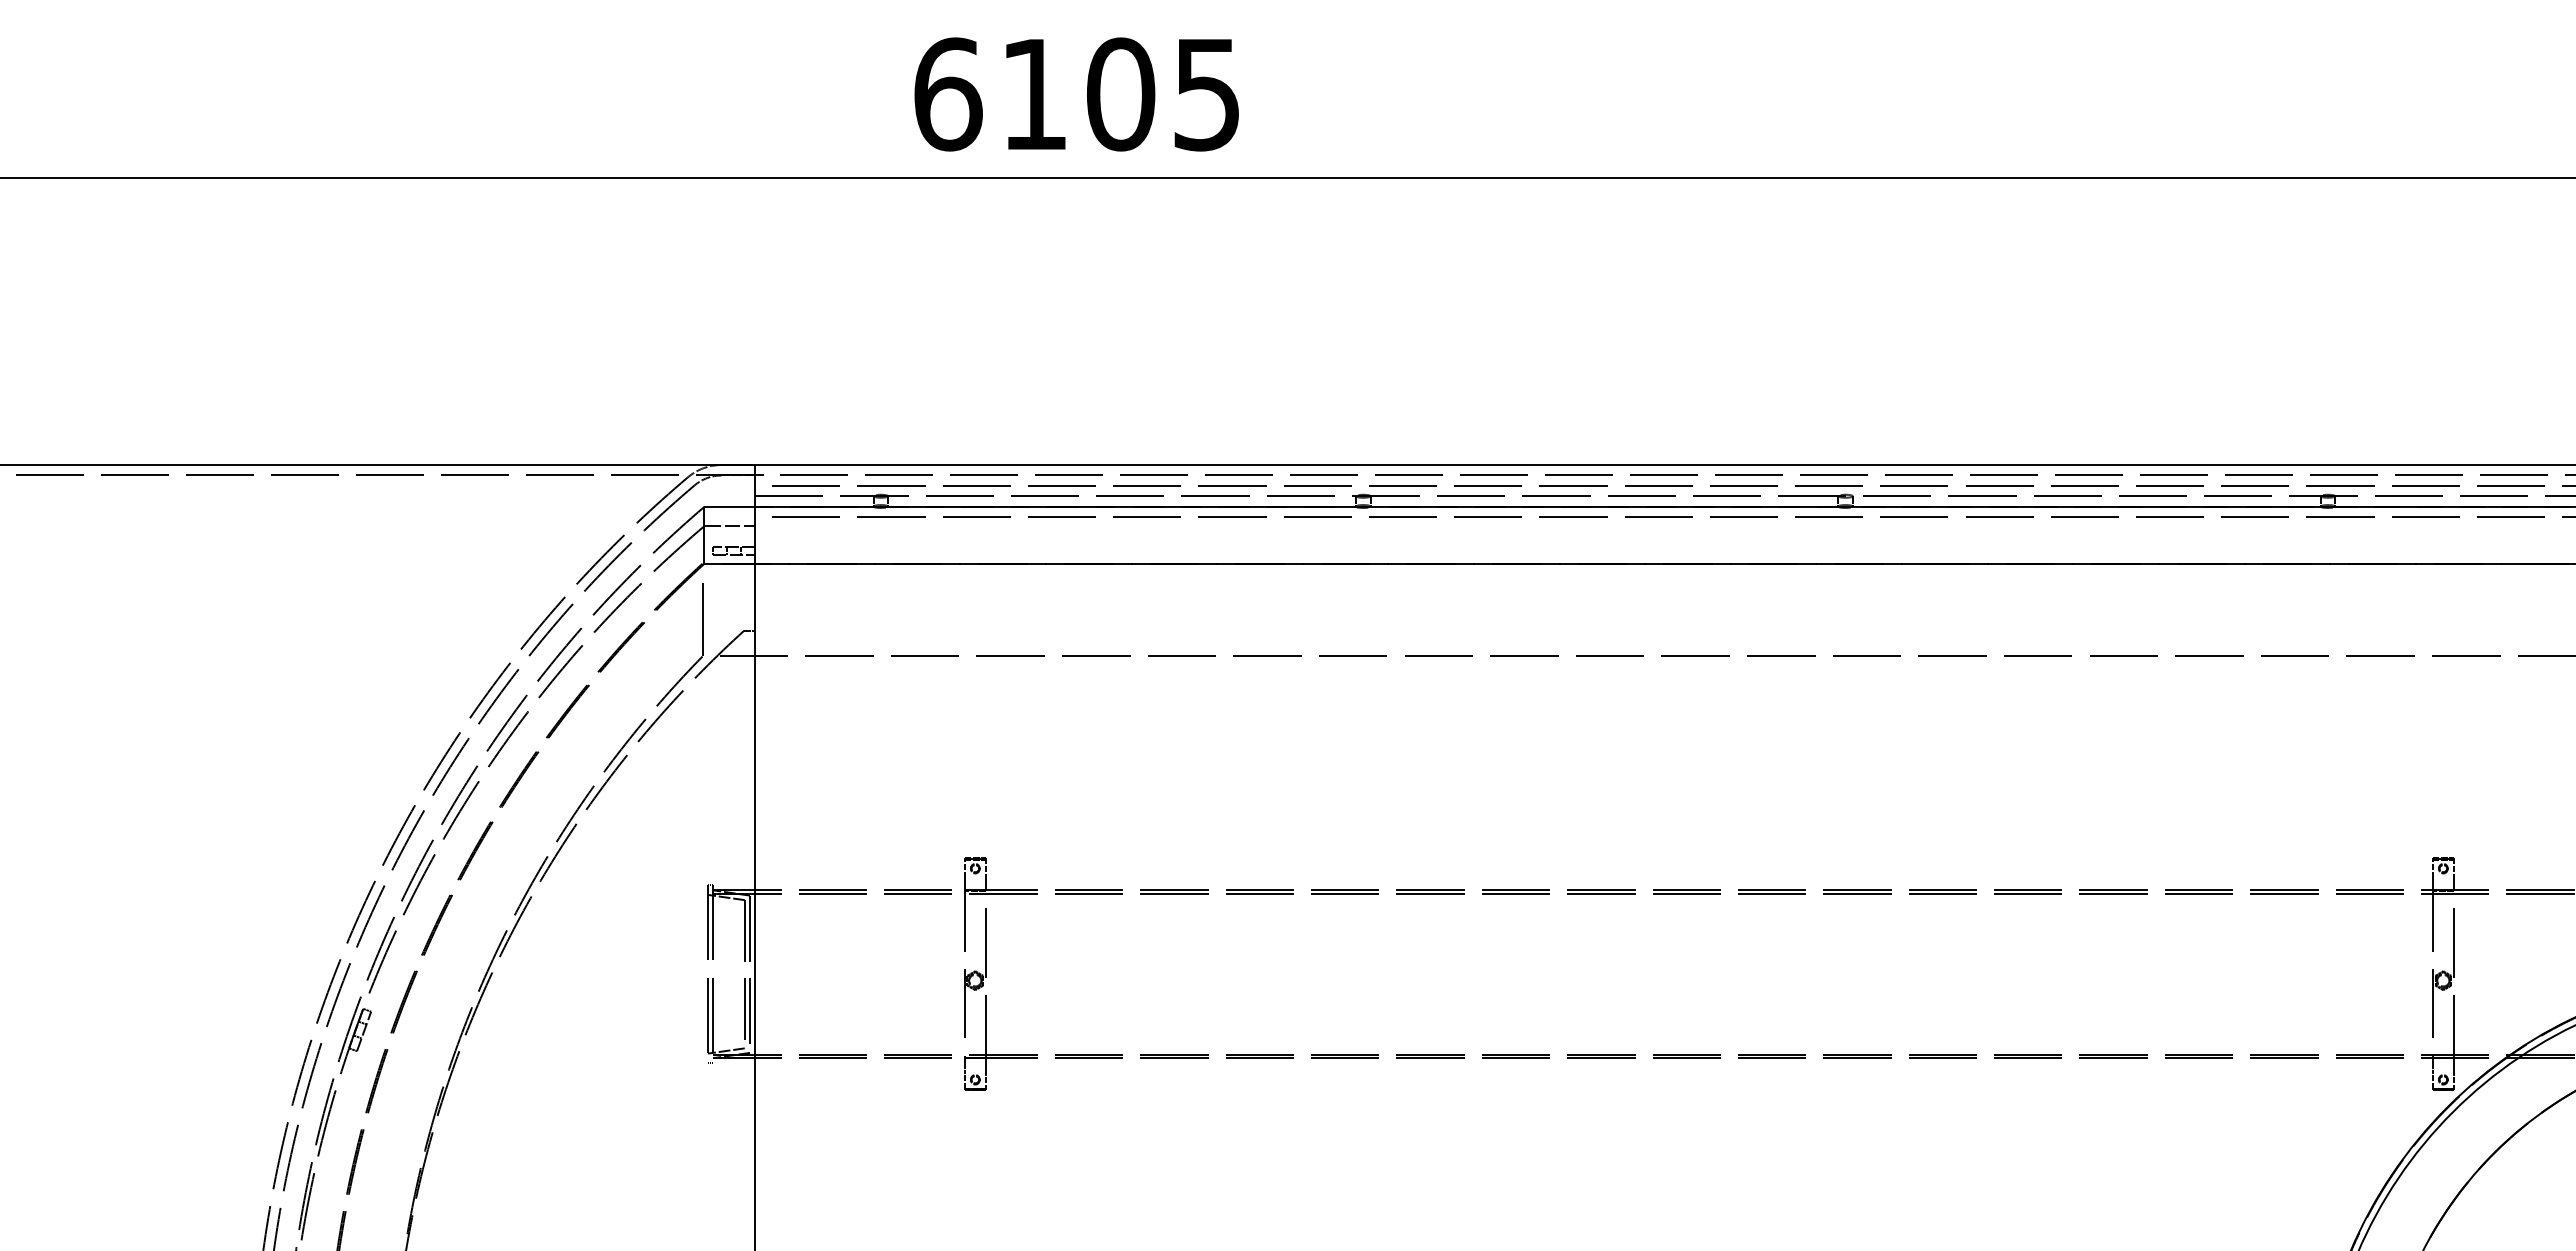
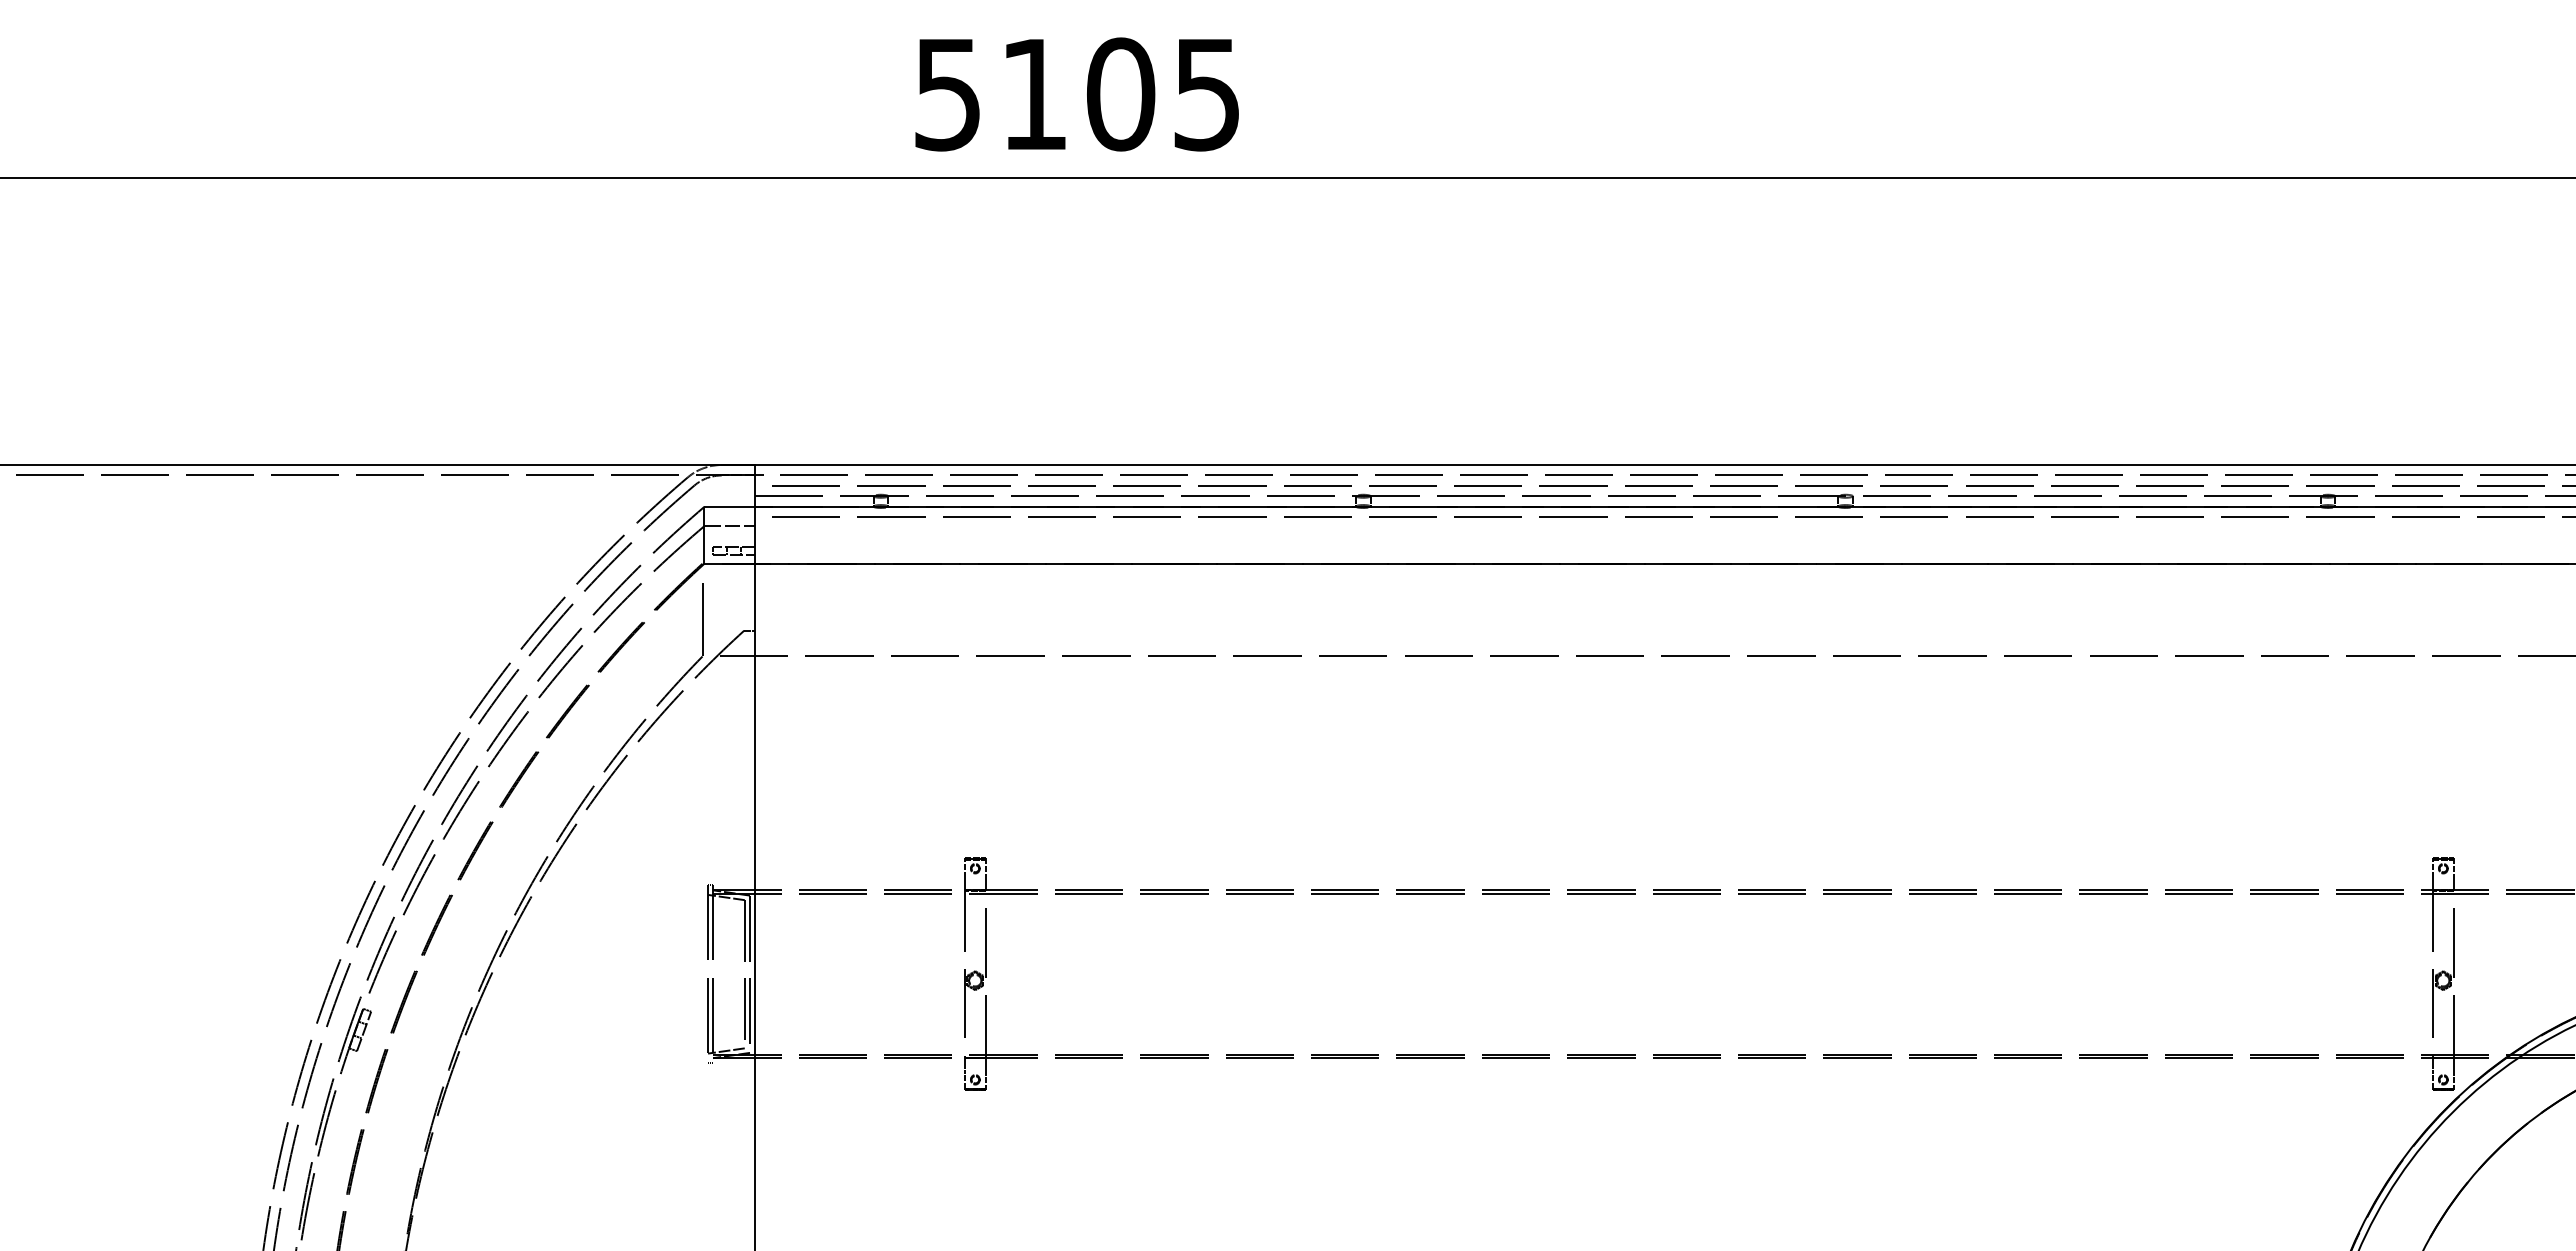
text at (948, 94): 6105 -> 5105
